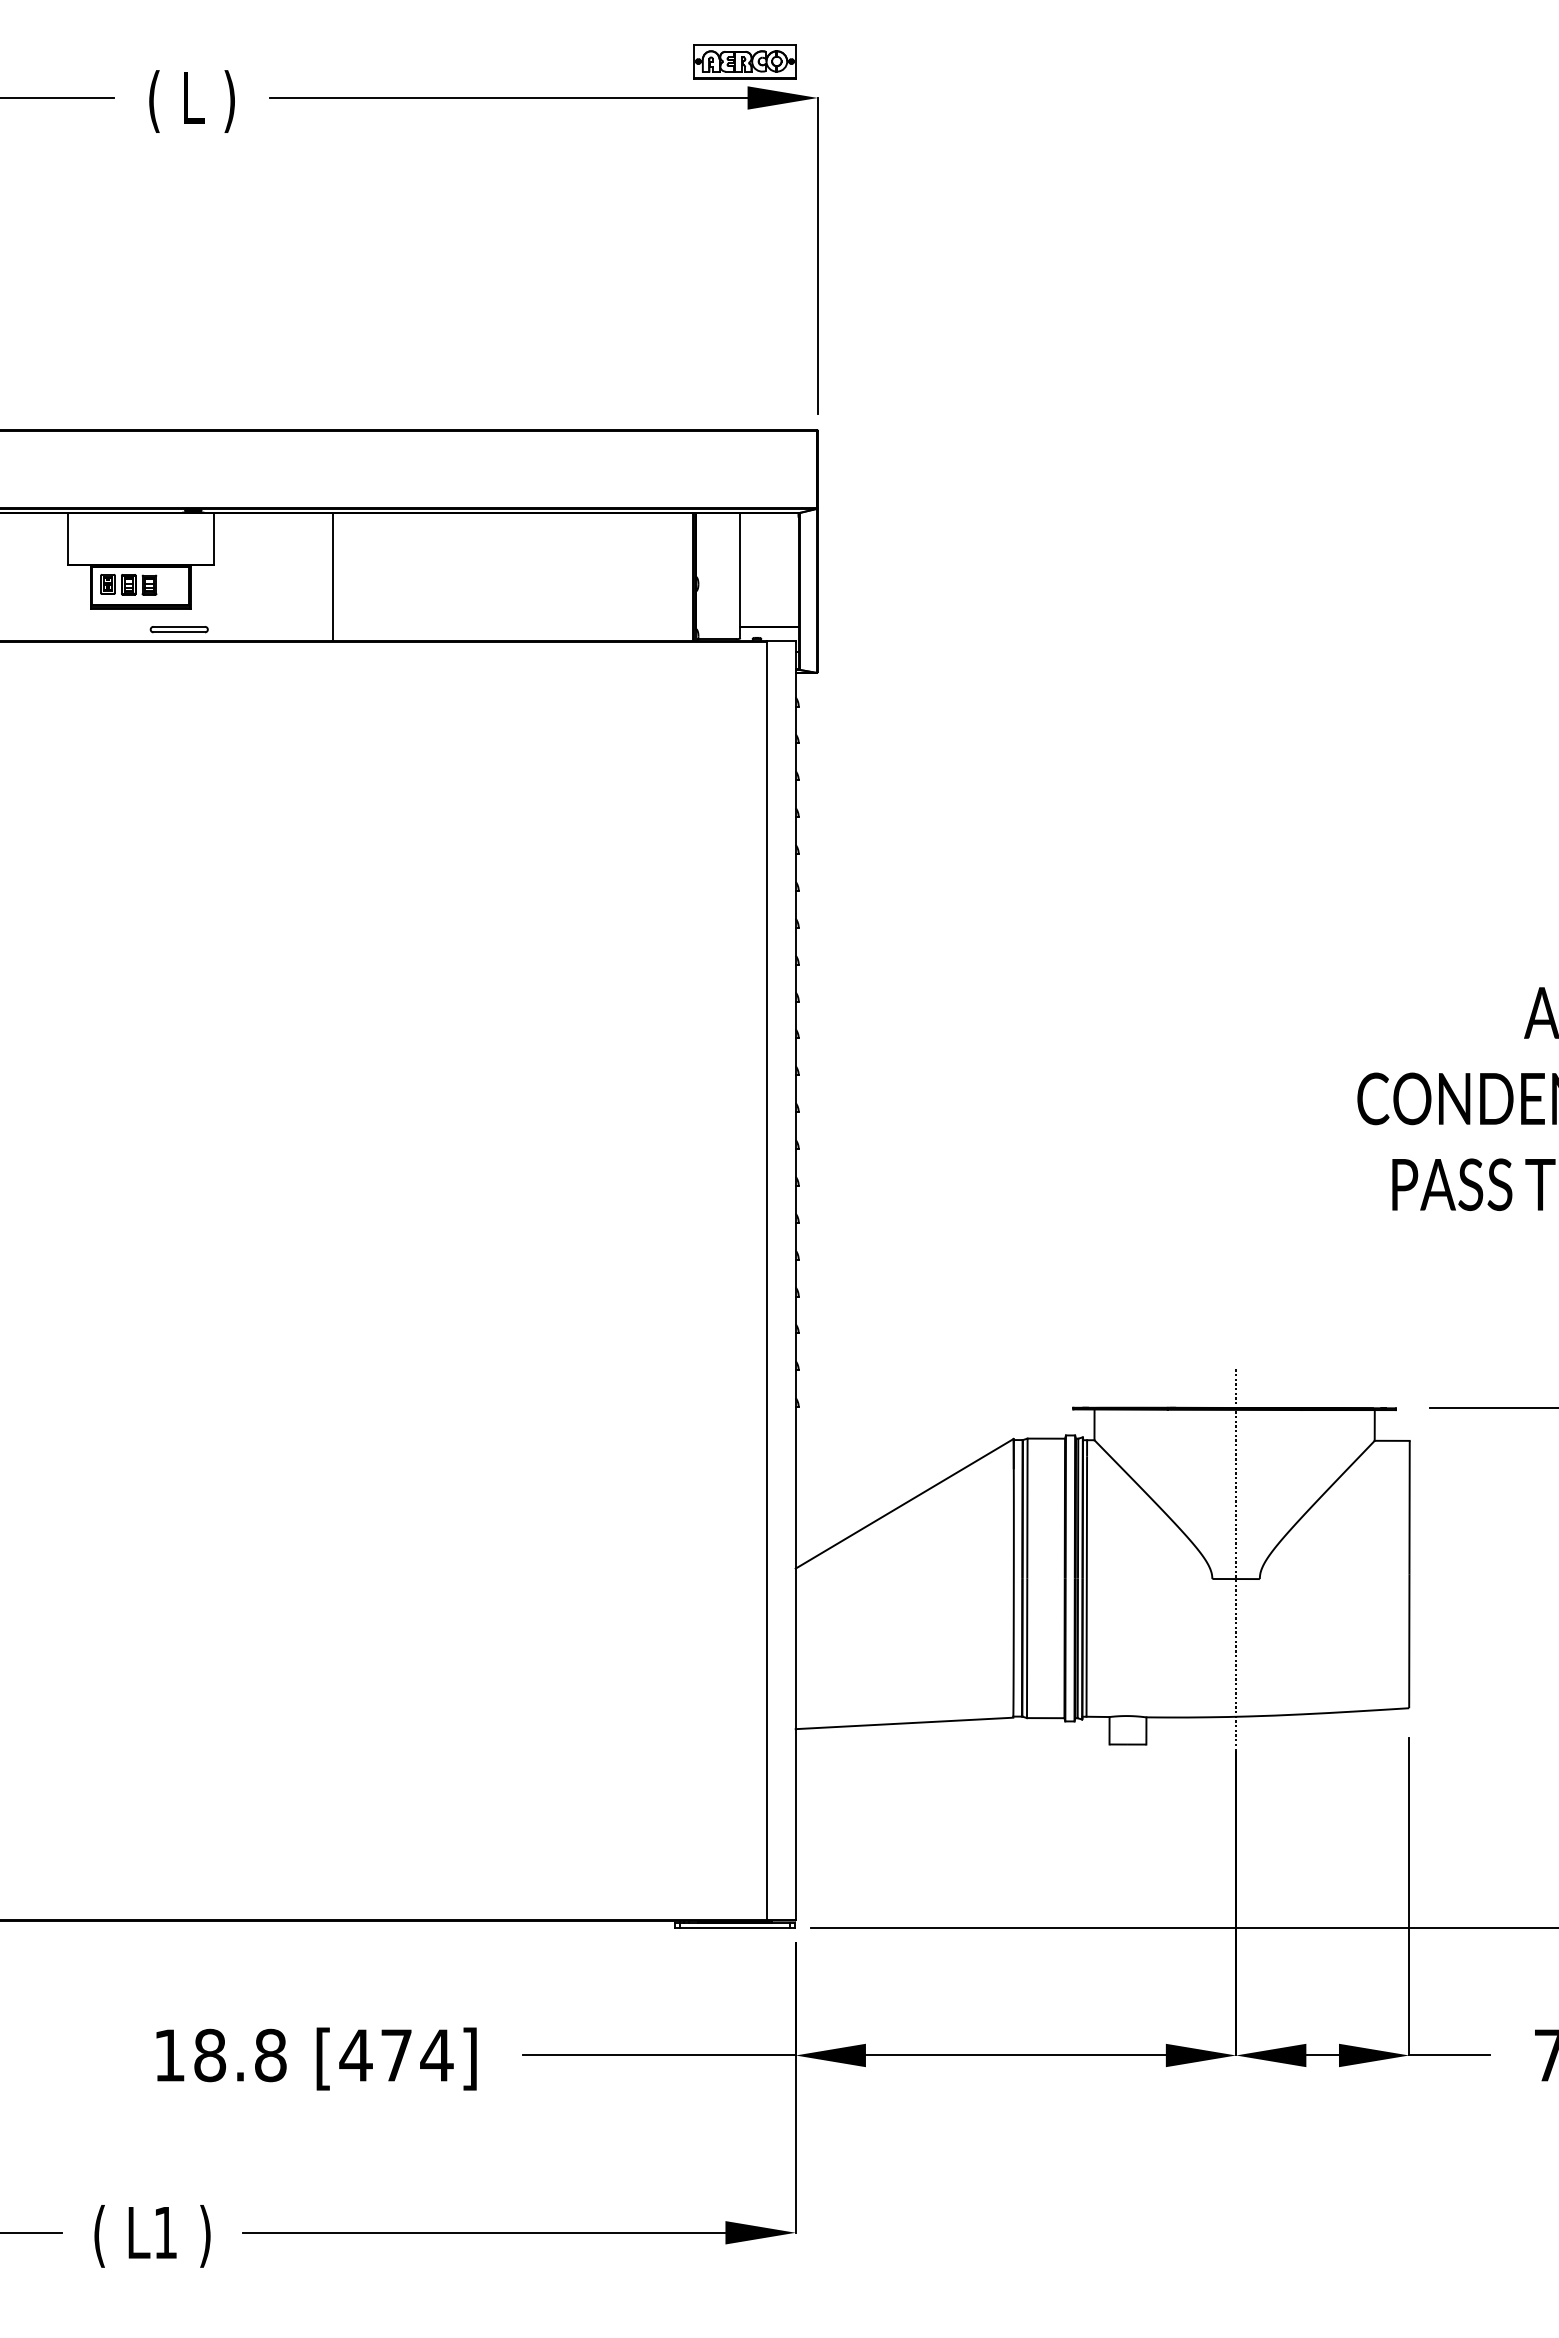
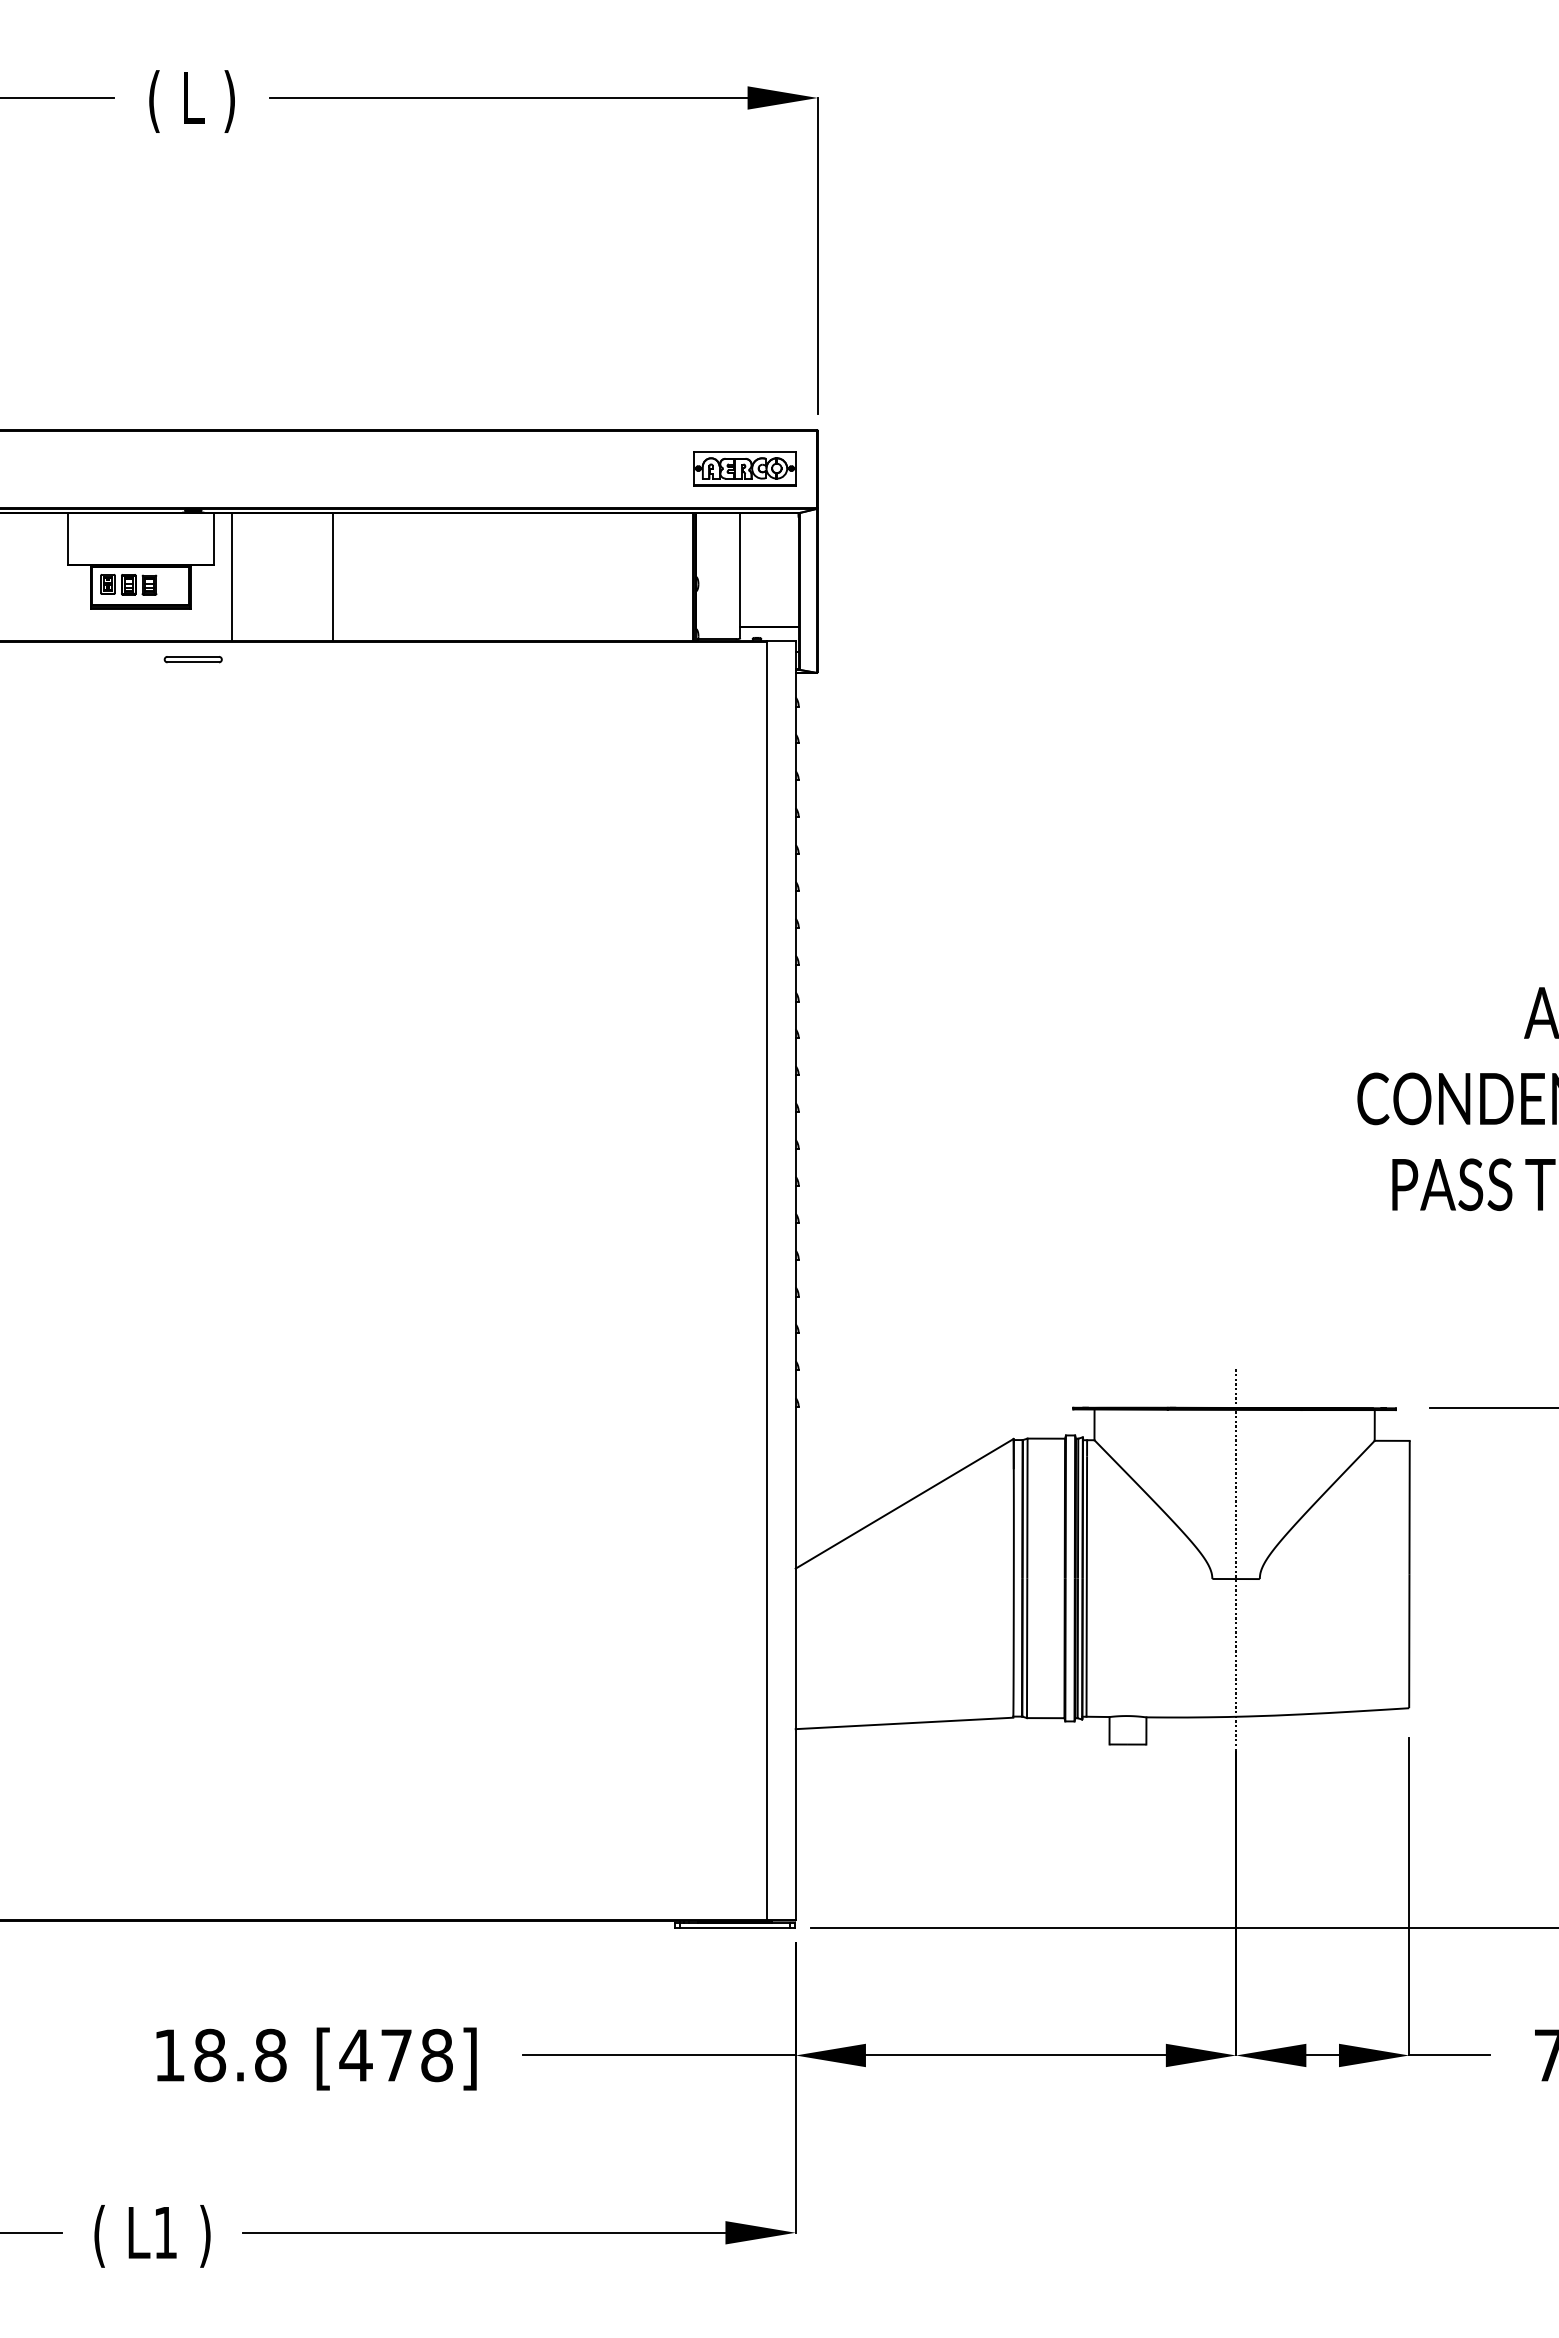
part at (744, 61) position: (744, 61) -> (744, 468)
line at (231, 576): none -> present
part at (178, 629) position: (178, 629) -> (192, 659)
text at (436, 2055): [474] -> [478]
